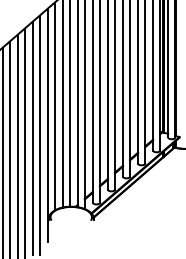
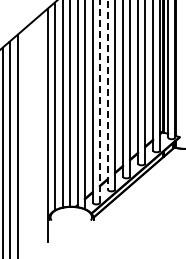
line at (107, 95): solid -> dashed
line at (99, 101): solid -> dashed
line at (39, 134): present -> none
line at (32, 137): present -> none
line at (24, 141): present -> none
